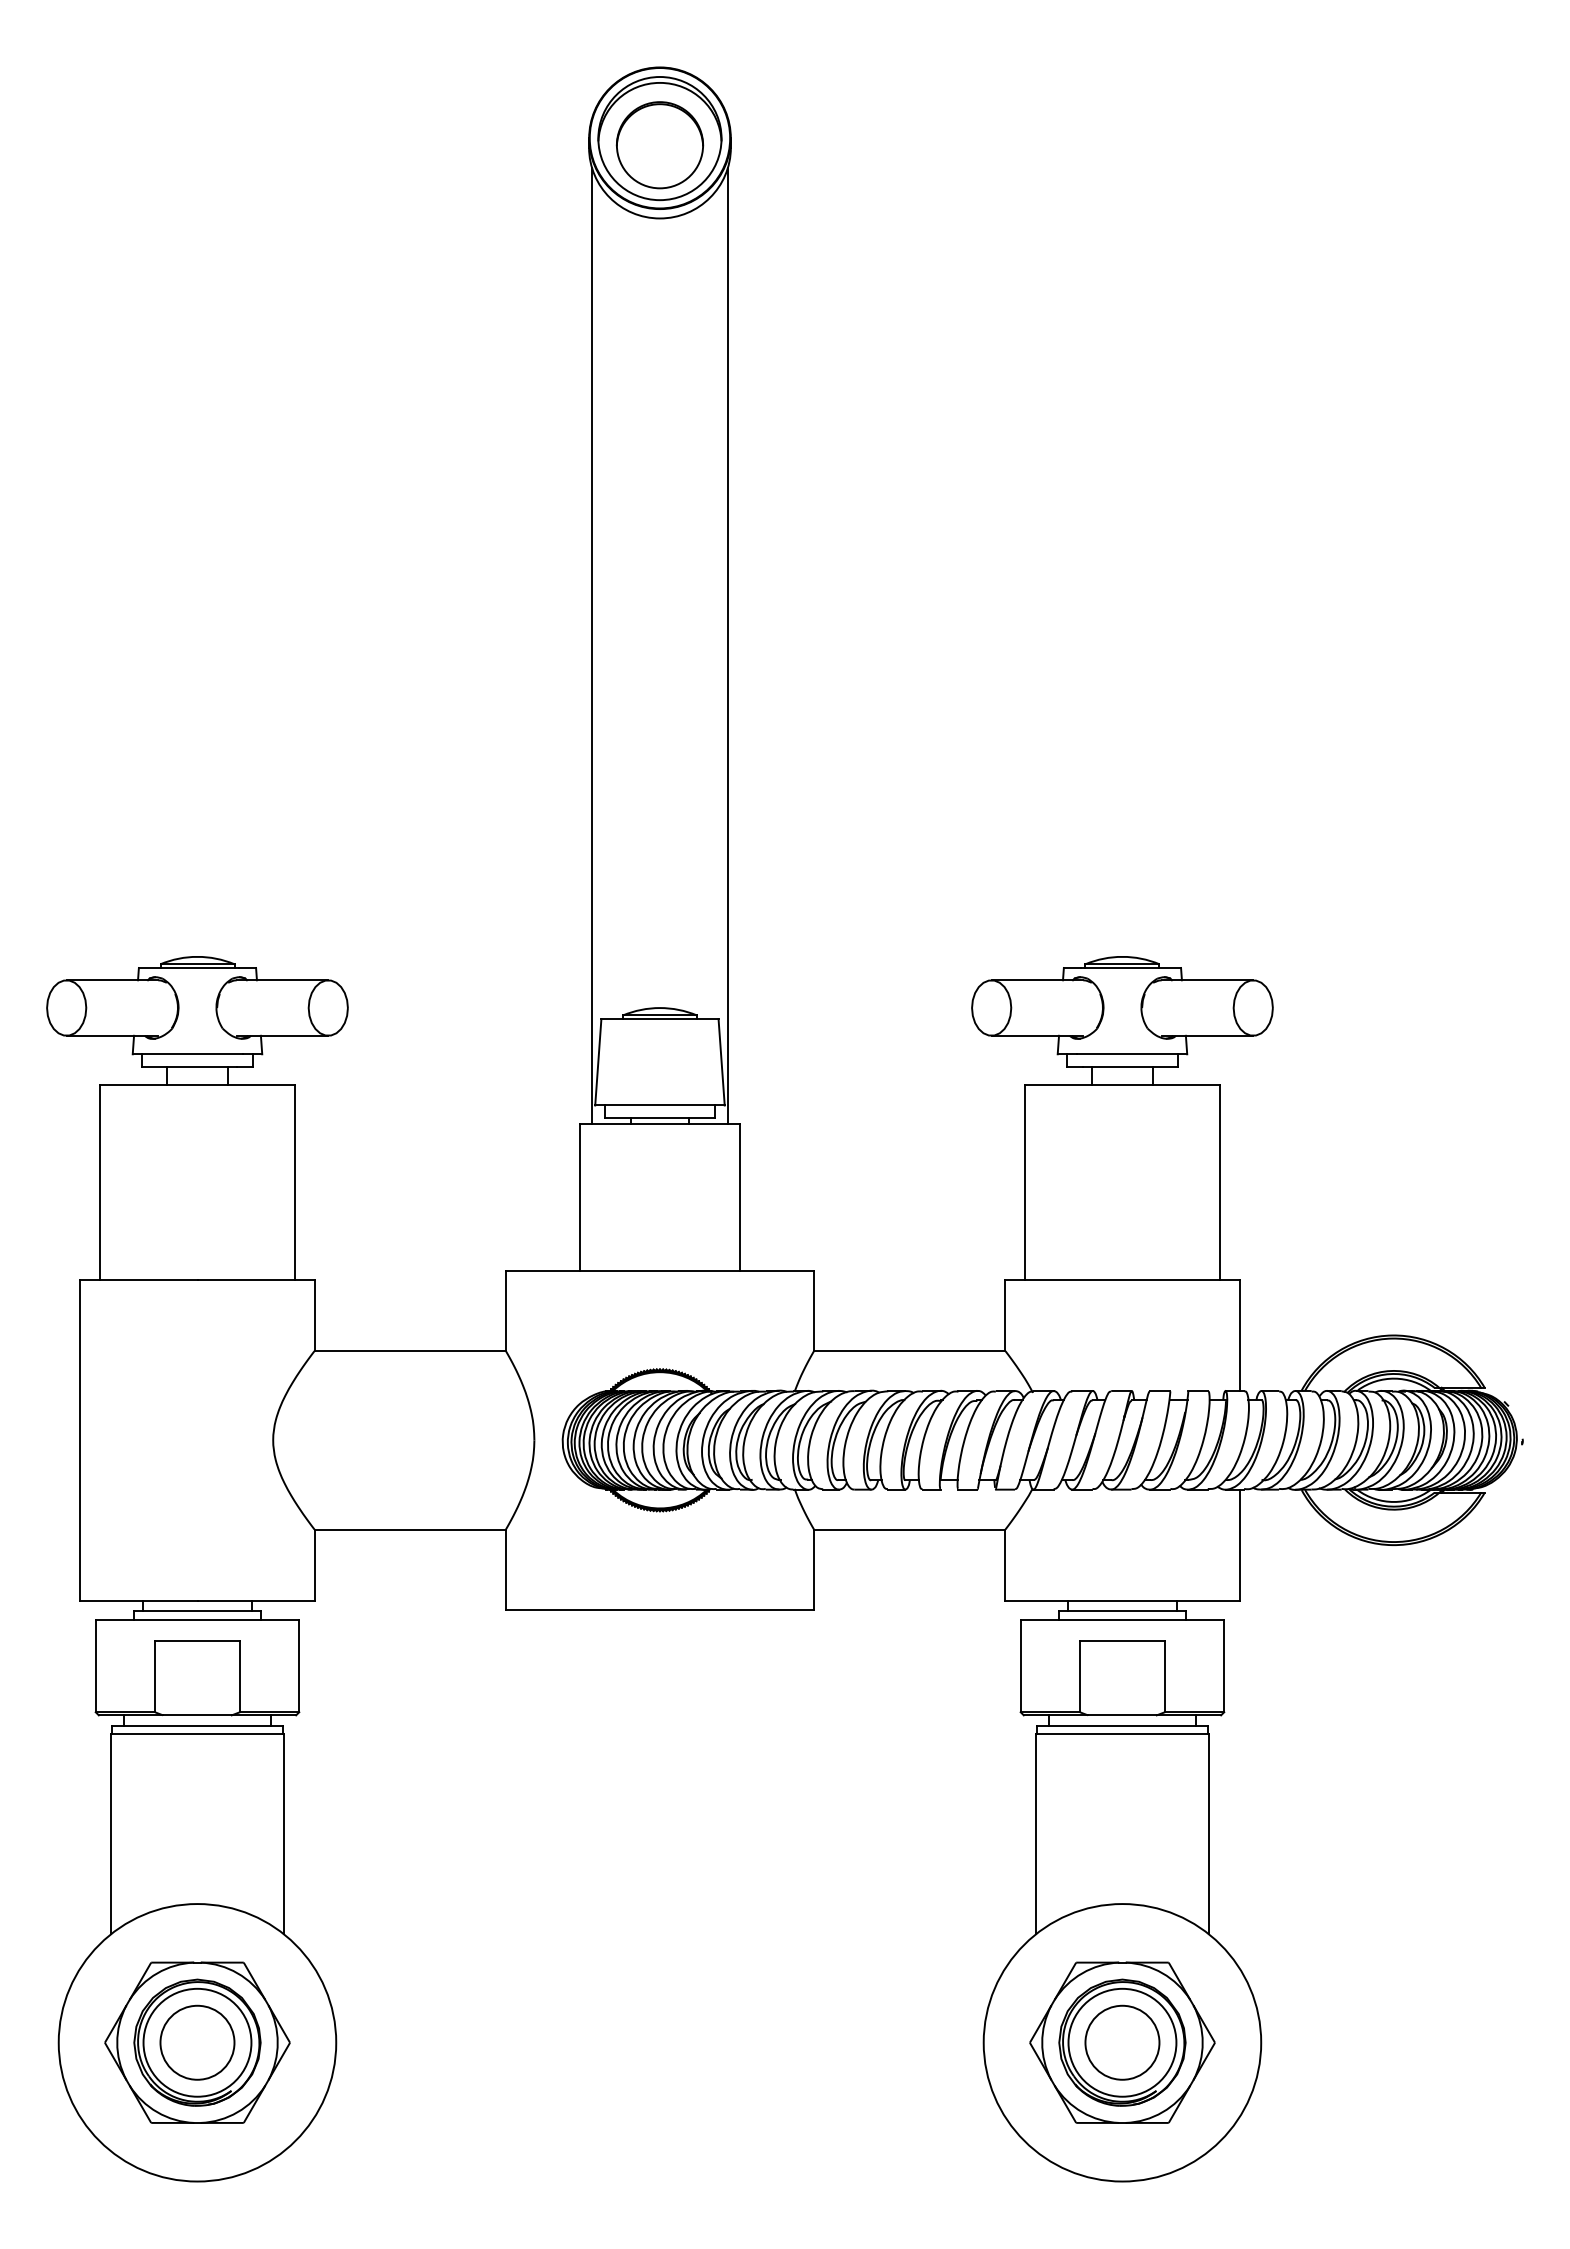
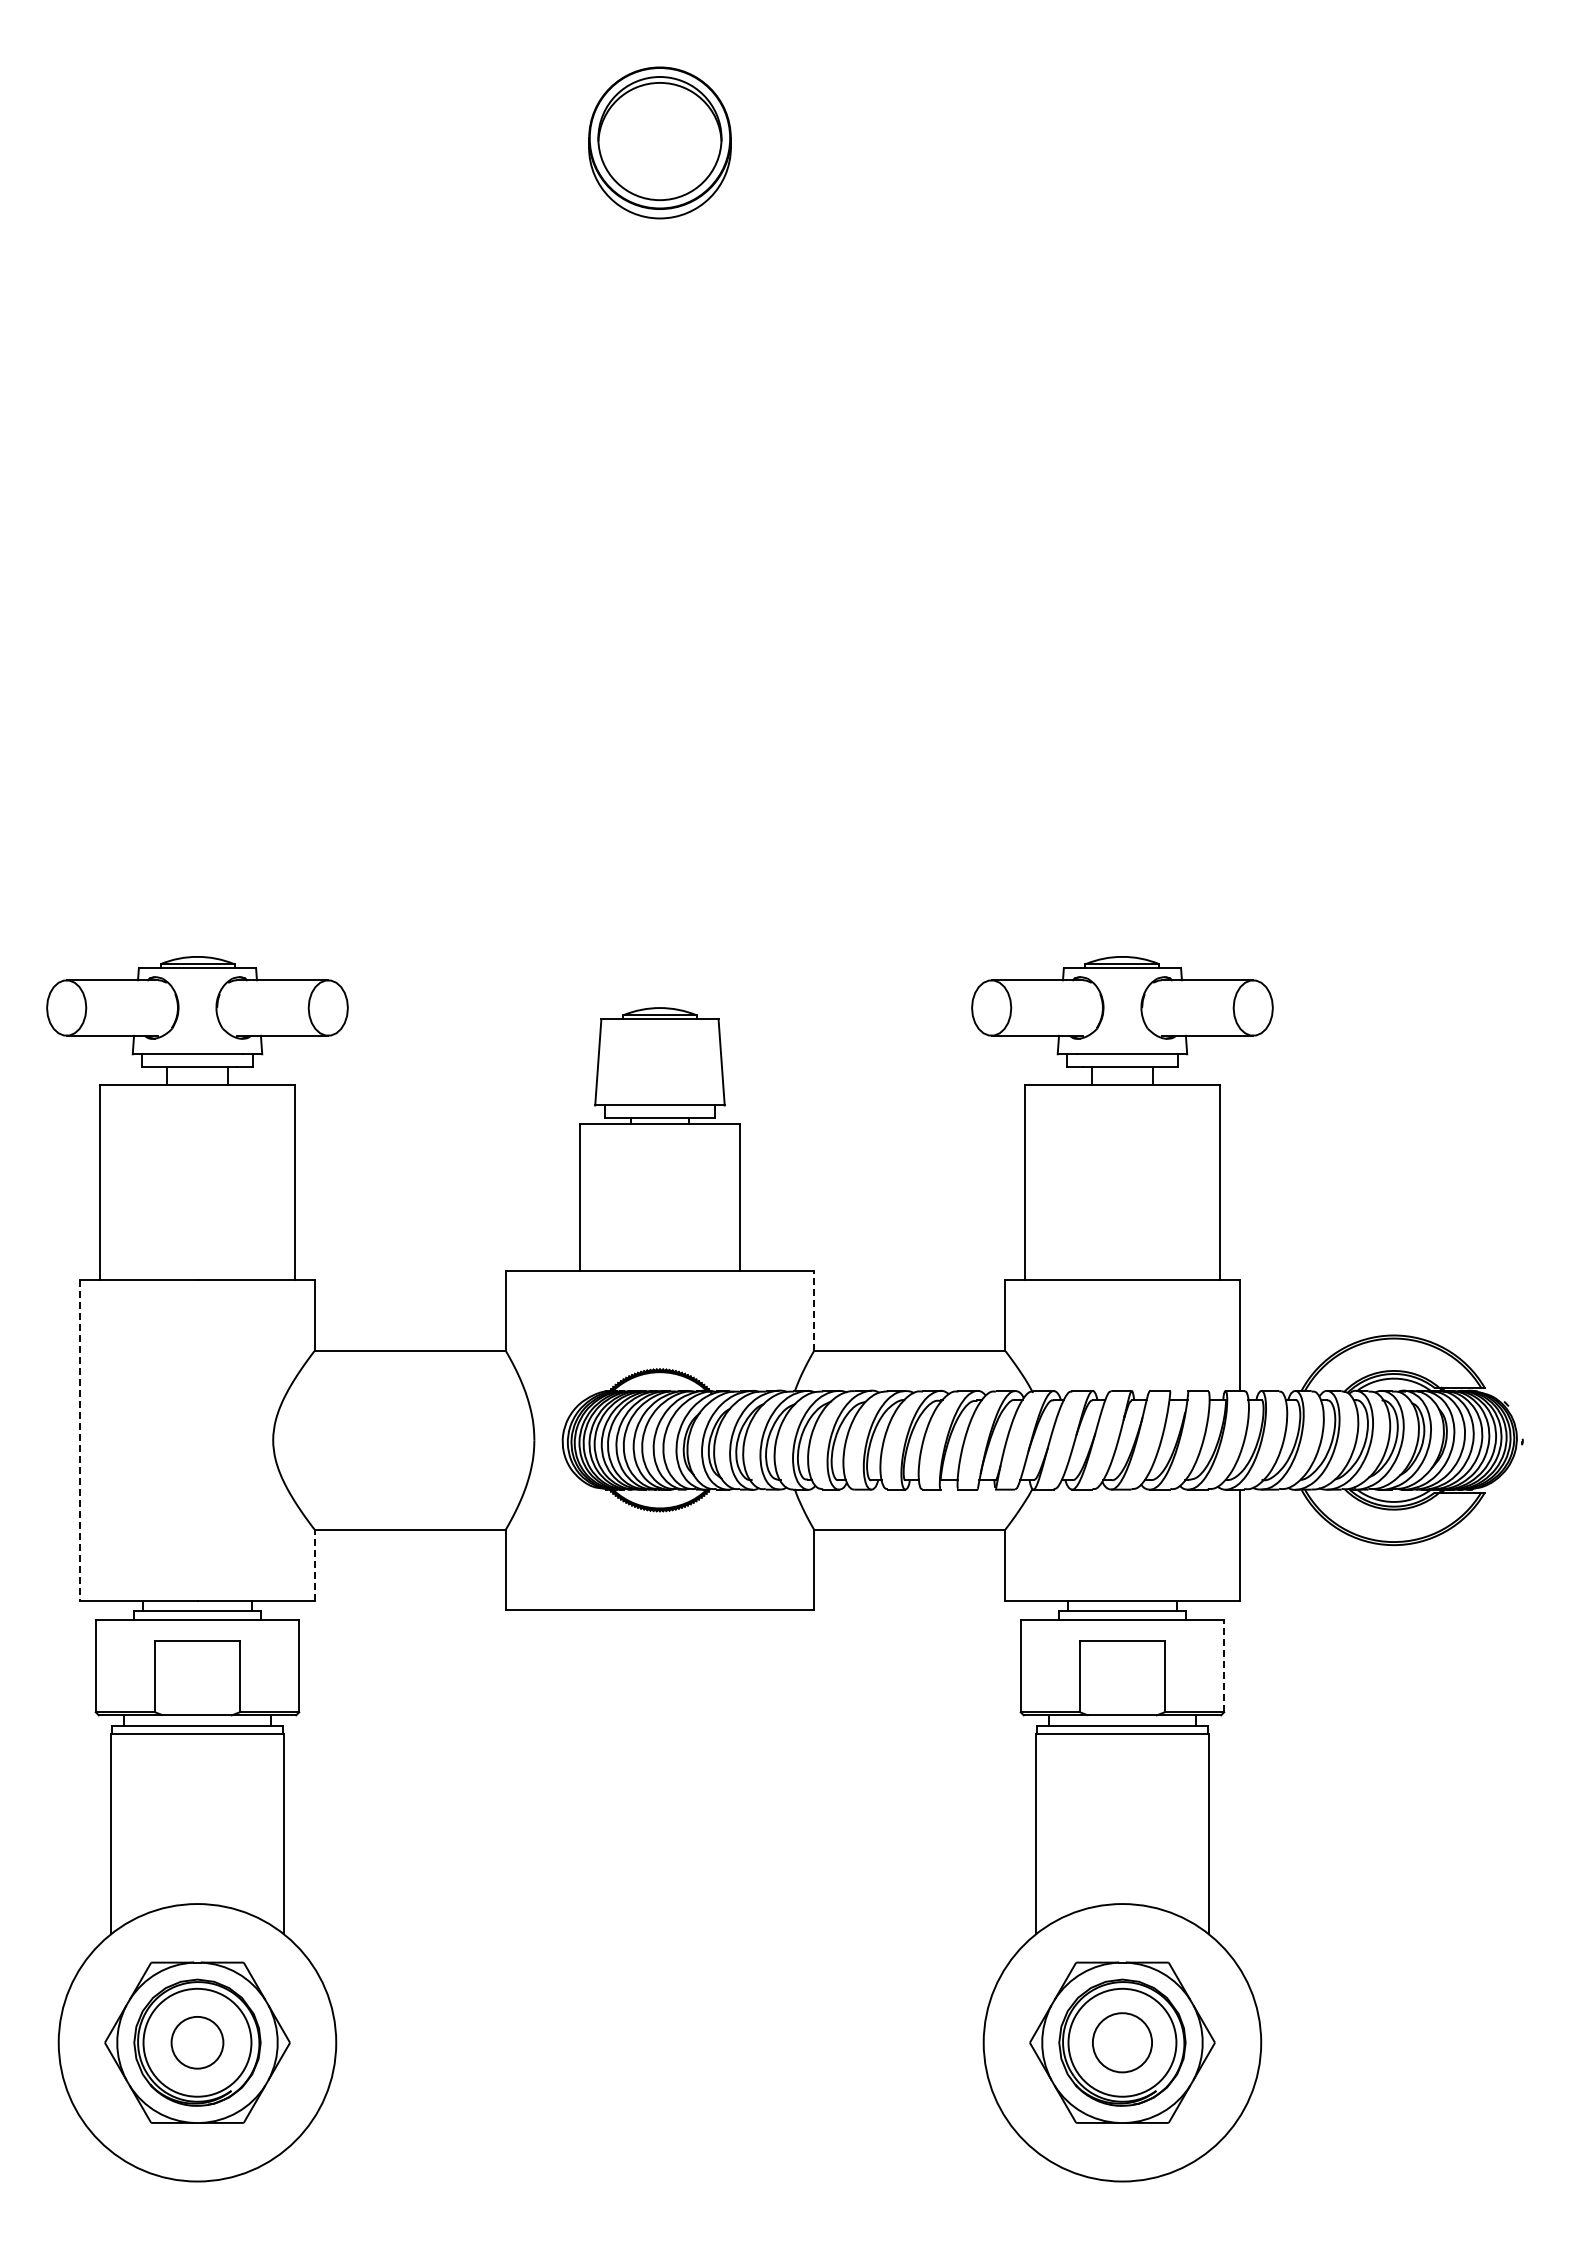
part at (659, 145): present -> none
line at (592, 645): present -> none
line at (727, 645): present -> none
line at (814, 1310): solid -> dashed
line at (80, 1440): solid -> dashed
line at (314, 1564): solid -> dashed
line at (1224, 1666): solid -> dashed
circle at (197, 2042) diameter: 74 px -> 52 px
circle at (1122, 2042) diameter: 74 px -> 59 px
